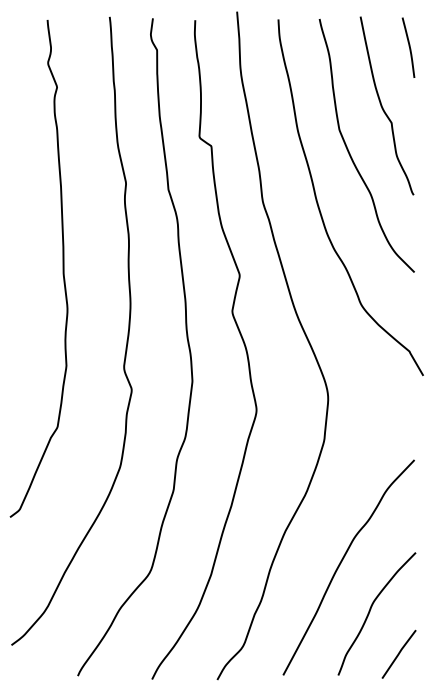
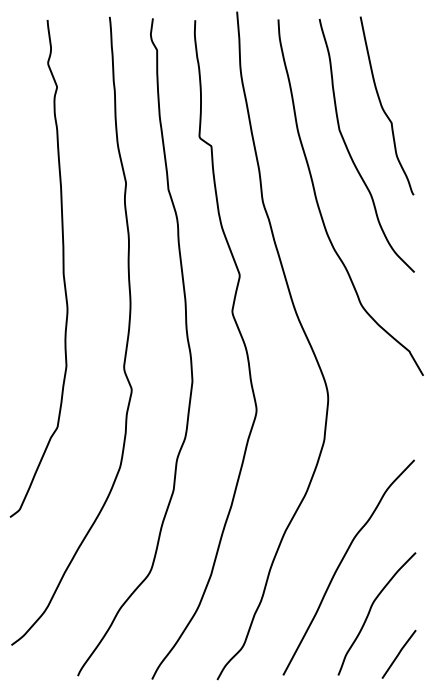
curve at (408, 46): present -> none
